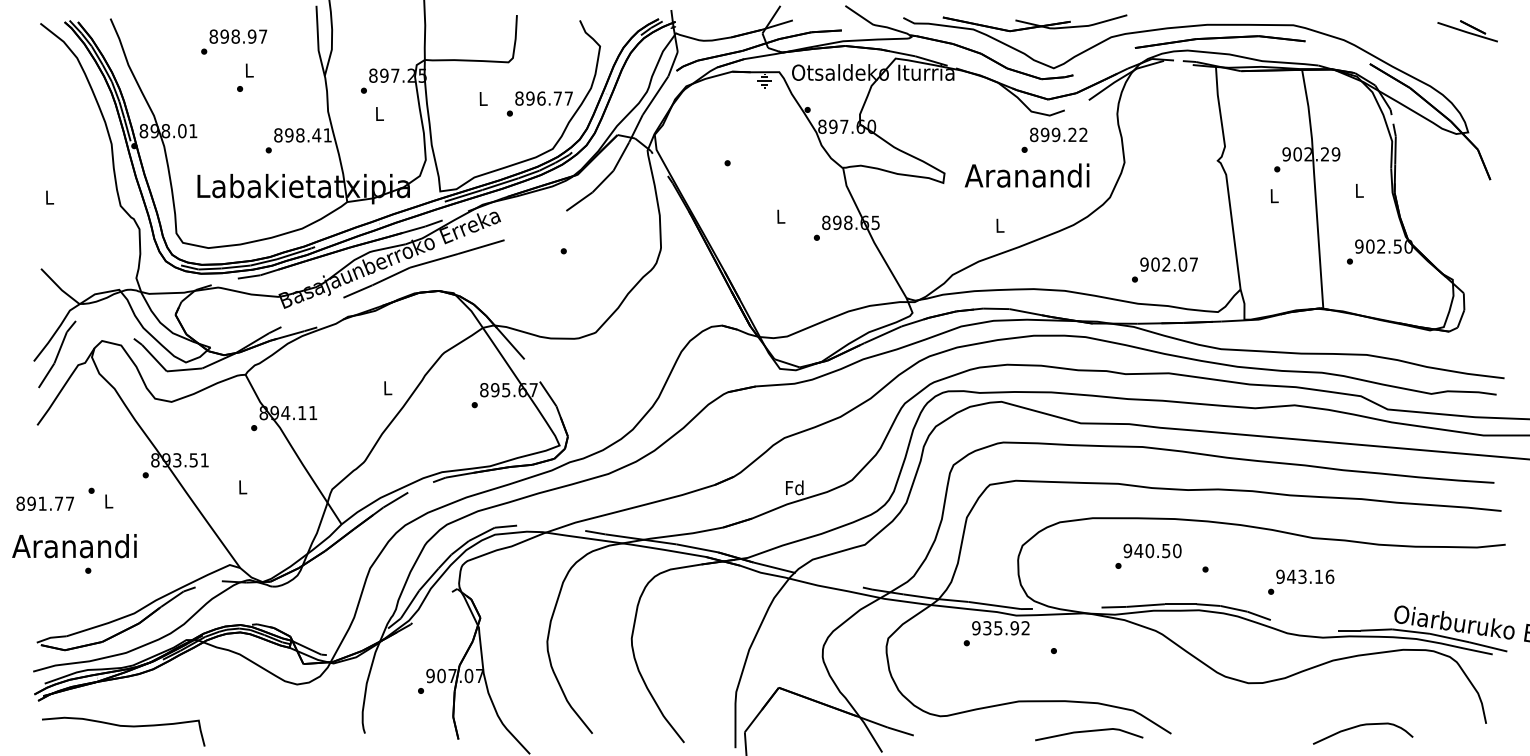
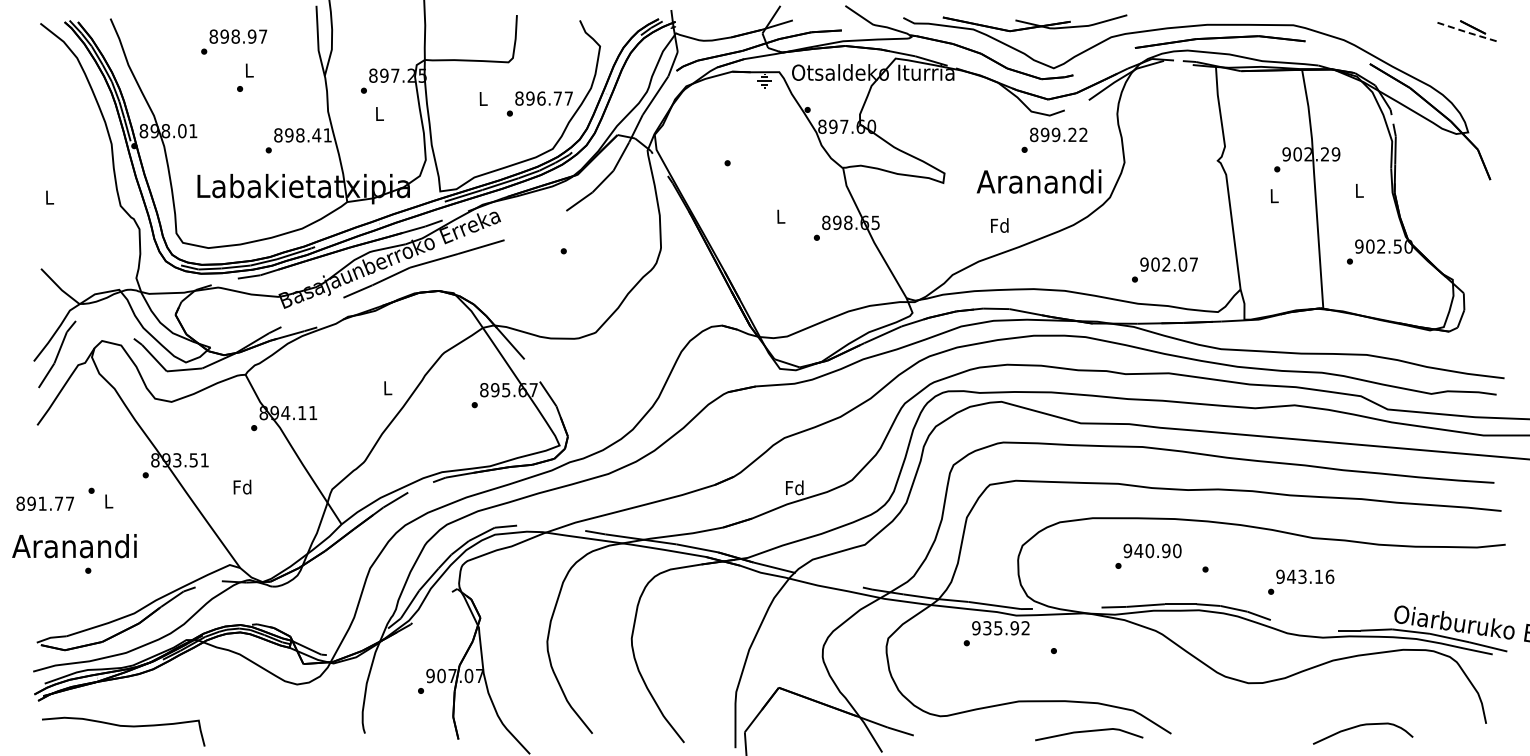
line at (1467, 32): solid -> dashed
text at (1026, 175) position: (1026, 175) -> (1038, 181)
text at (999, 225): L -> Fd
text at (242, 486): L -> Fd
text at (1166, 550): 940.50 -> 940.90
